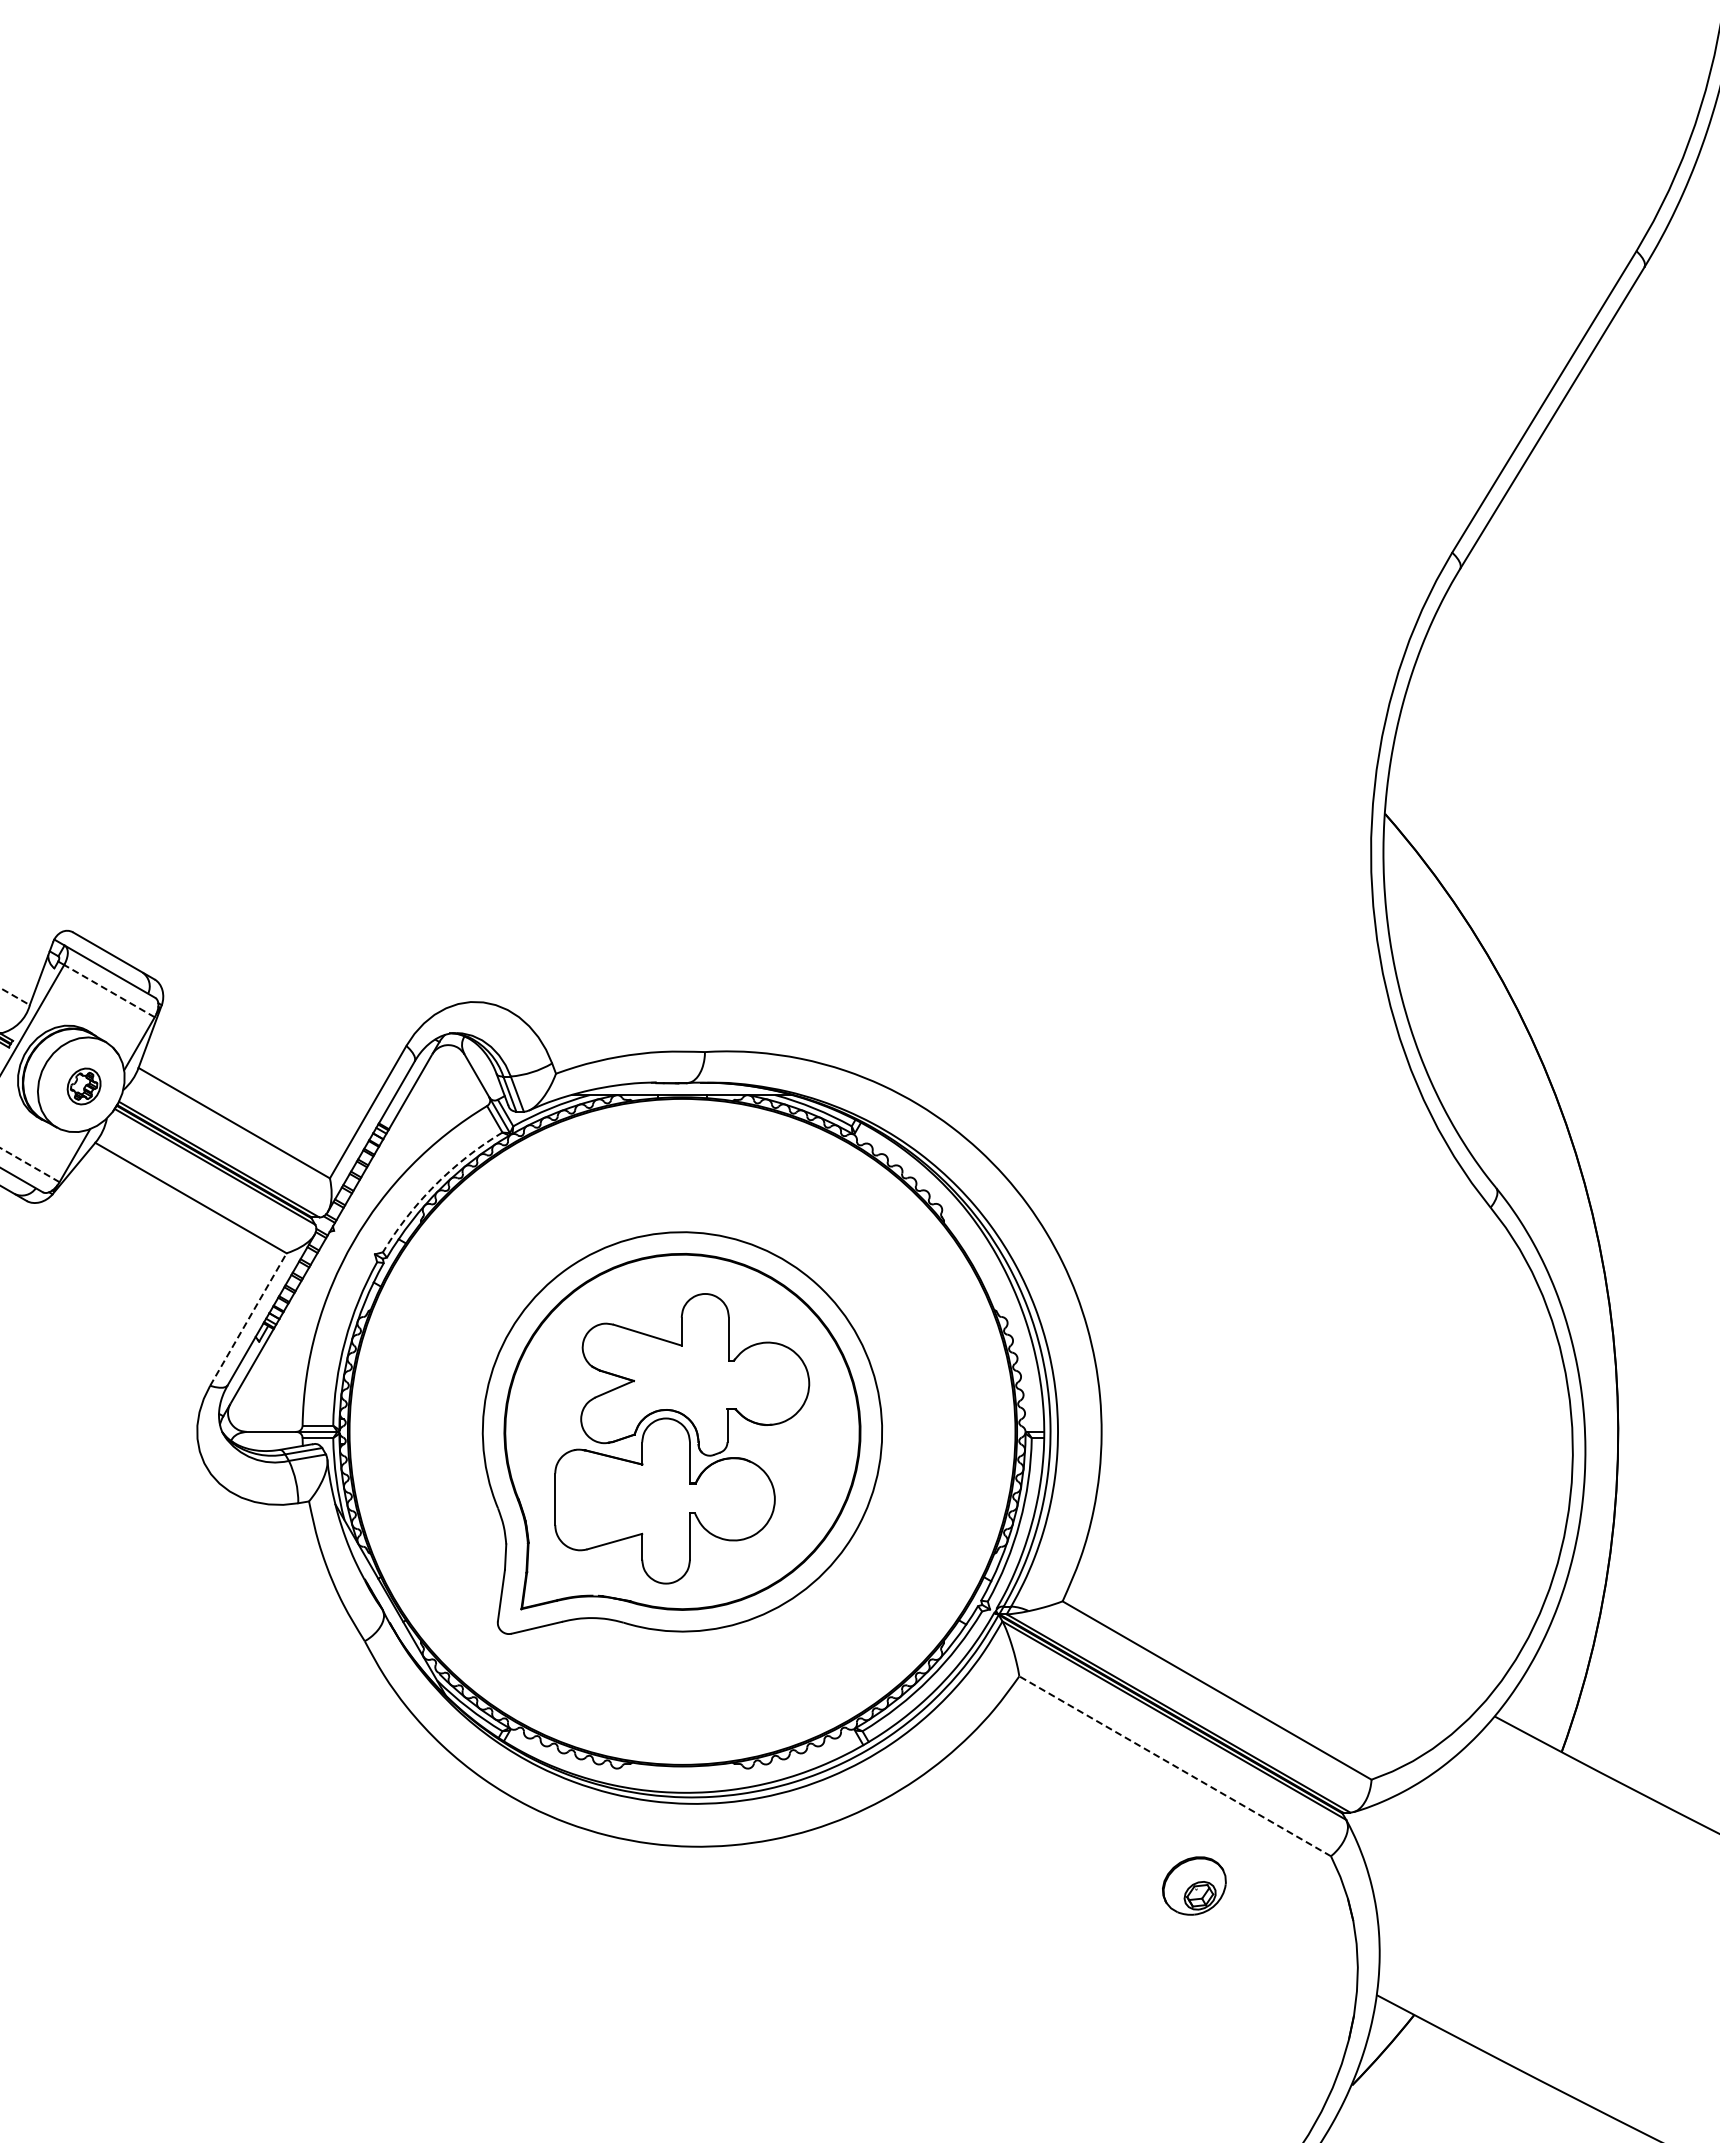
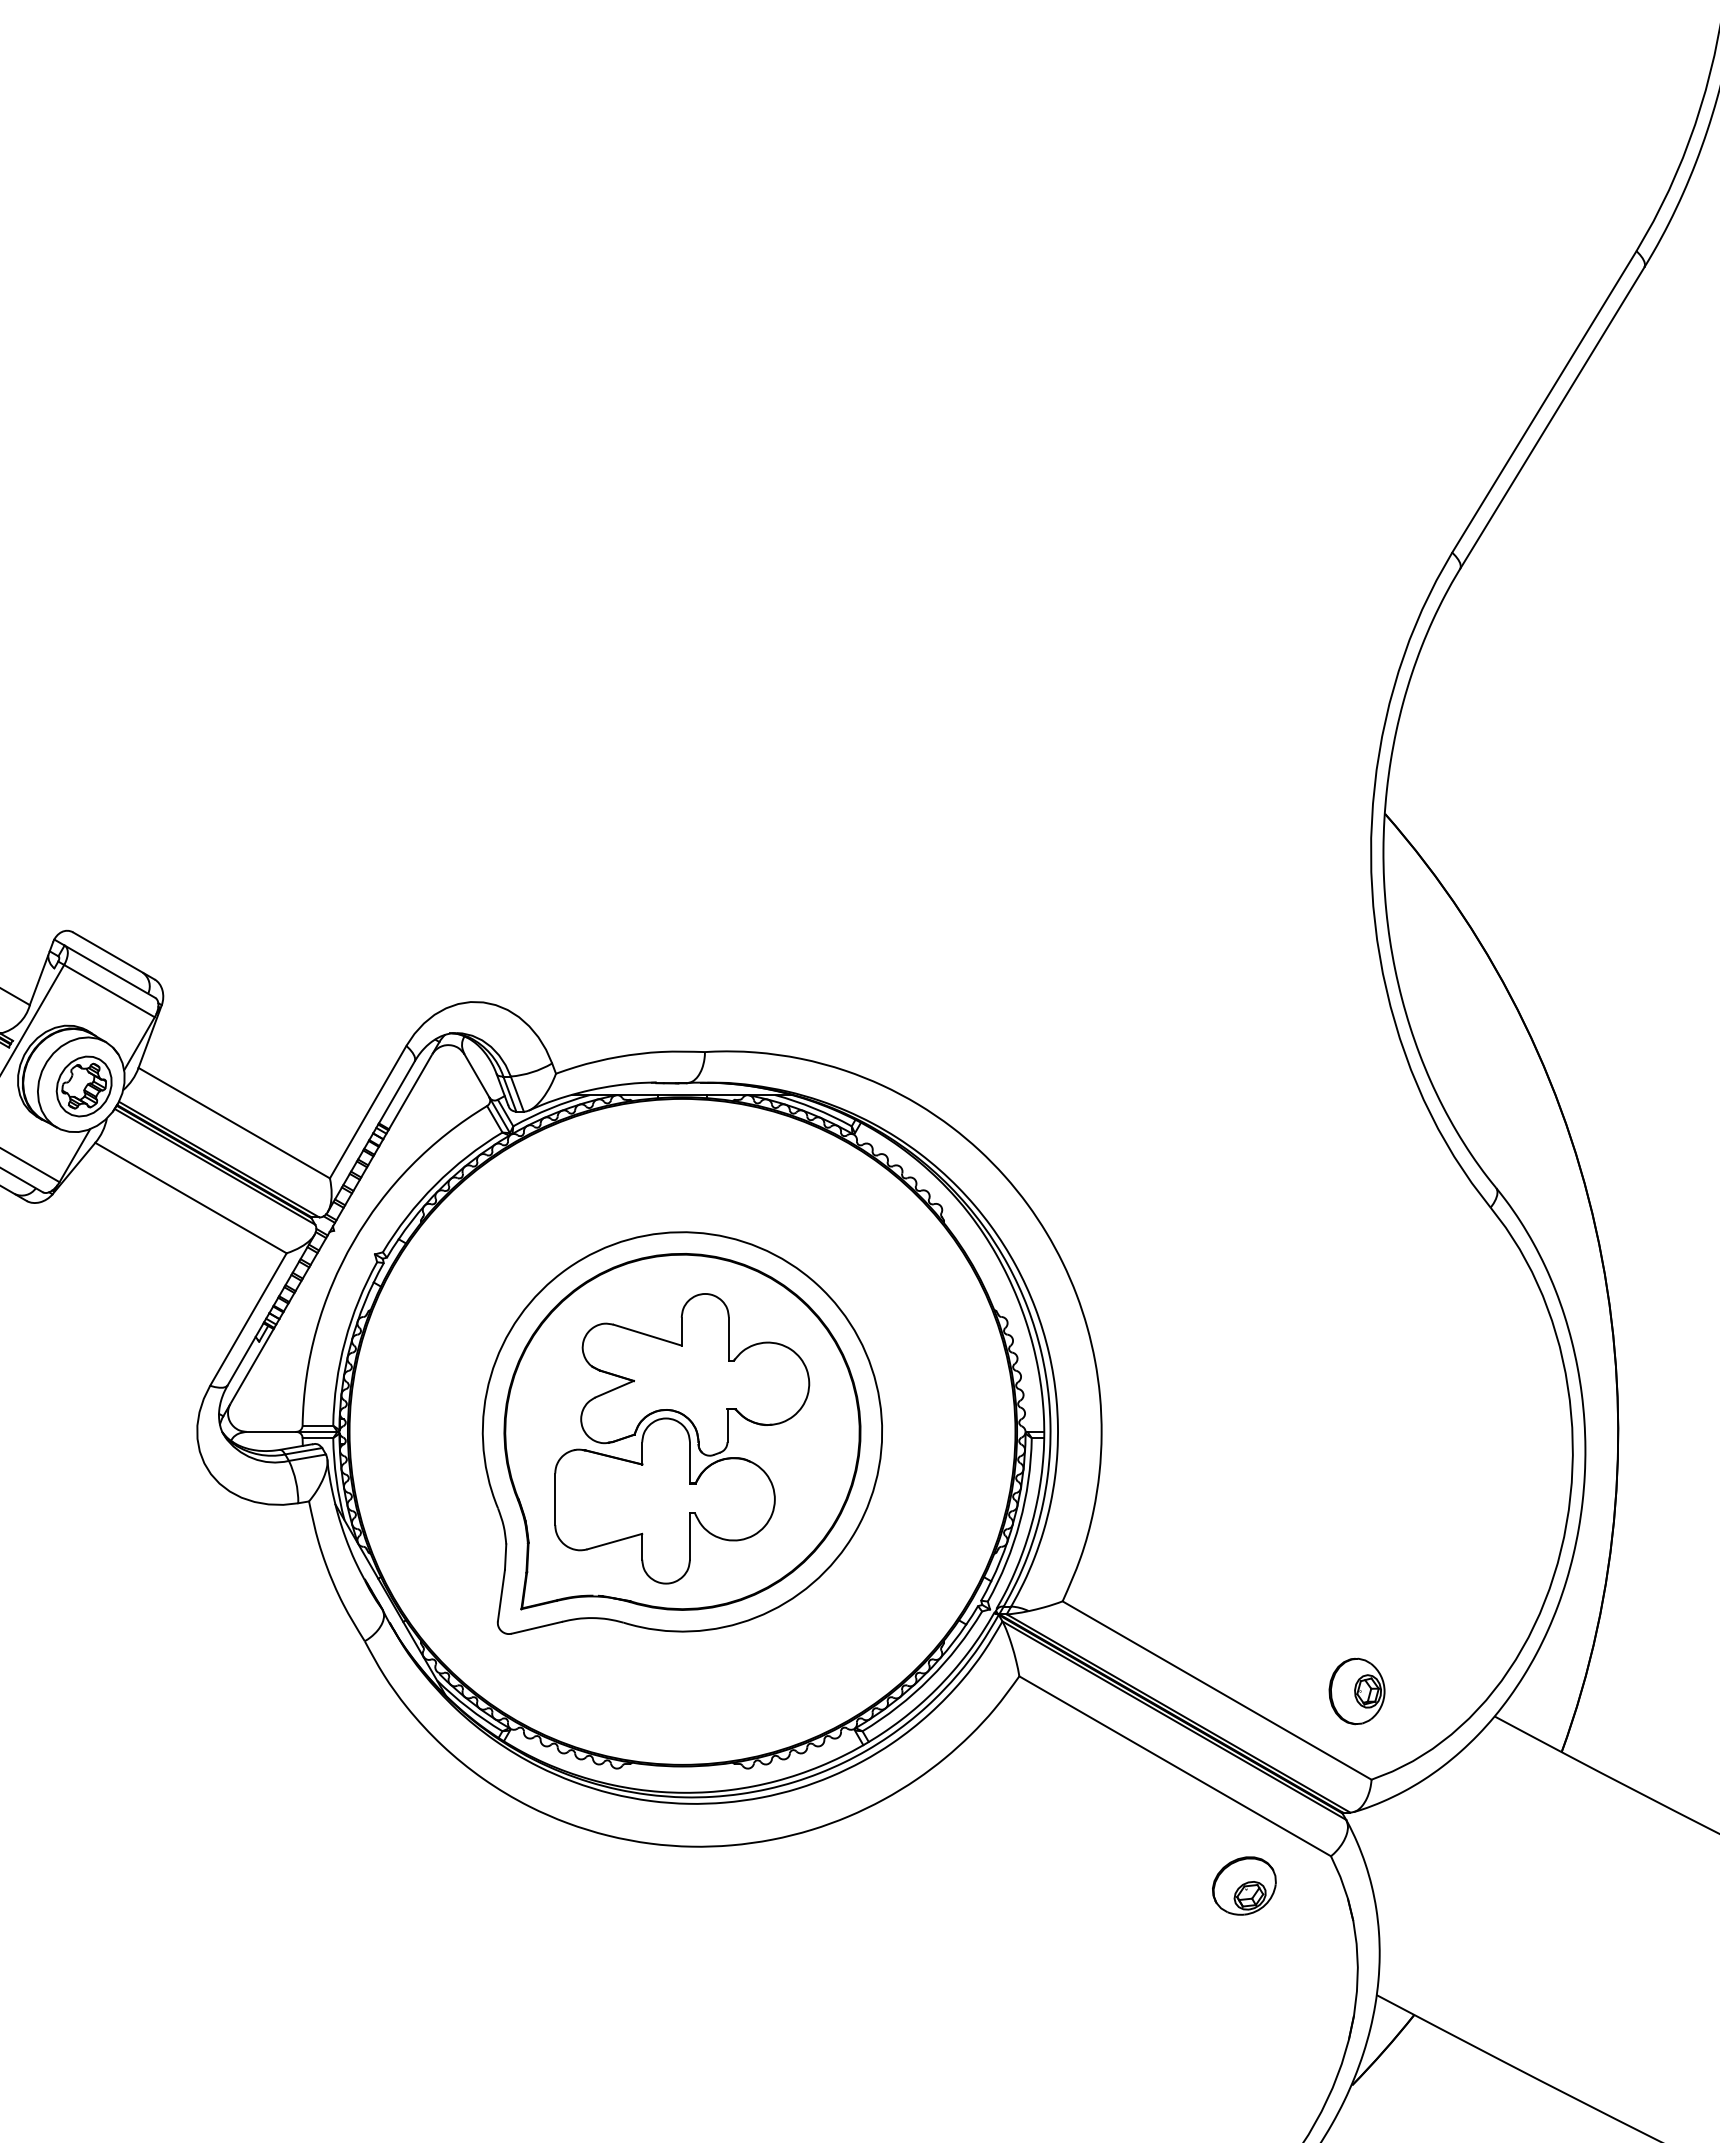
line at (109, 990): dashed -> solid
line at (15, 996): dashed -> solid
part at (83, 1086) size: 36x39 px -> 58x63 px
line at (29, 1164): dashed -> solid
arc at (435, 1185): dashed -> solid
line at (248, 1319): dashed -> solid
part at (1356, 1691): none -> present
line at (1175, 1766): dashed -> solid
part at (1194, 1885) position: (1194, 1885) -> (1244, 1885)
